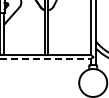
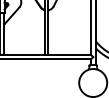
line at (45, 59): dashed -> solid
